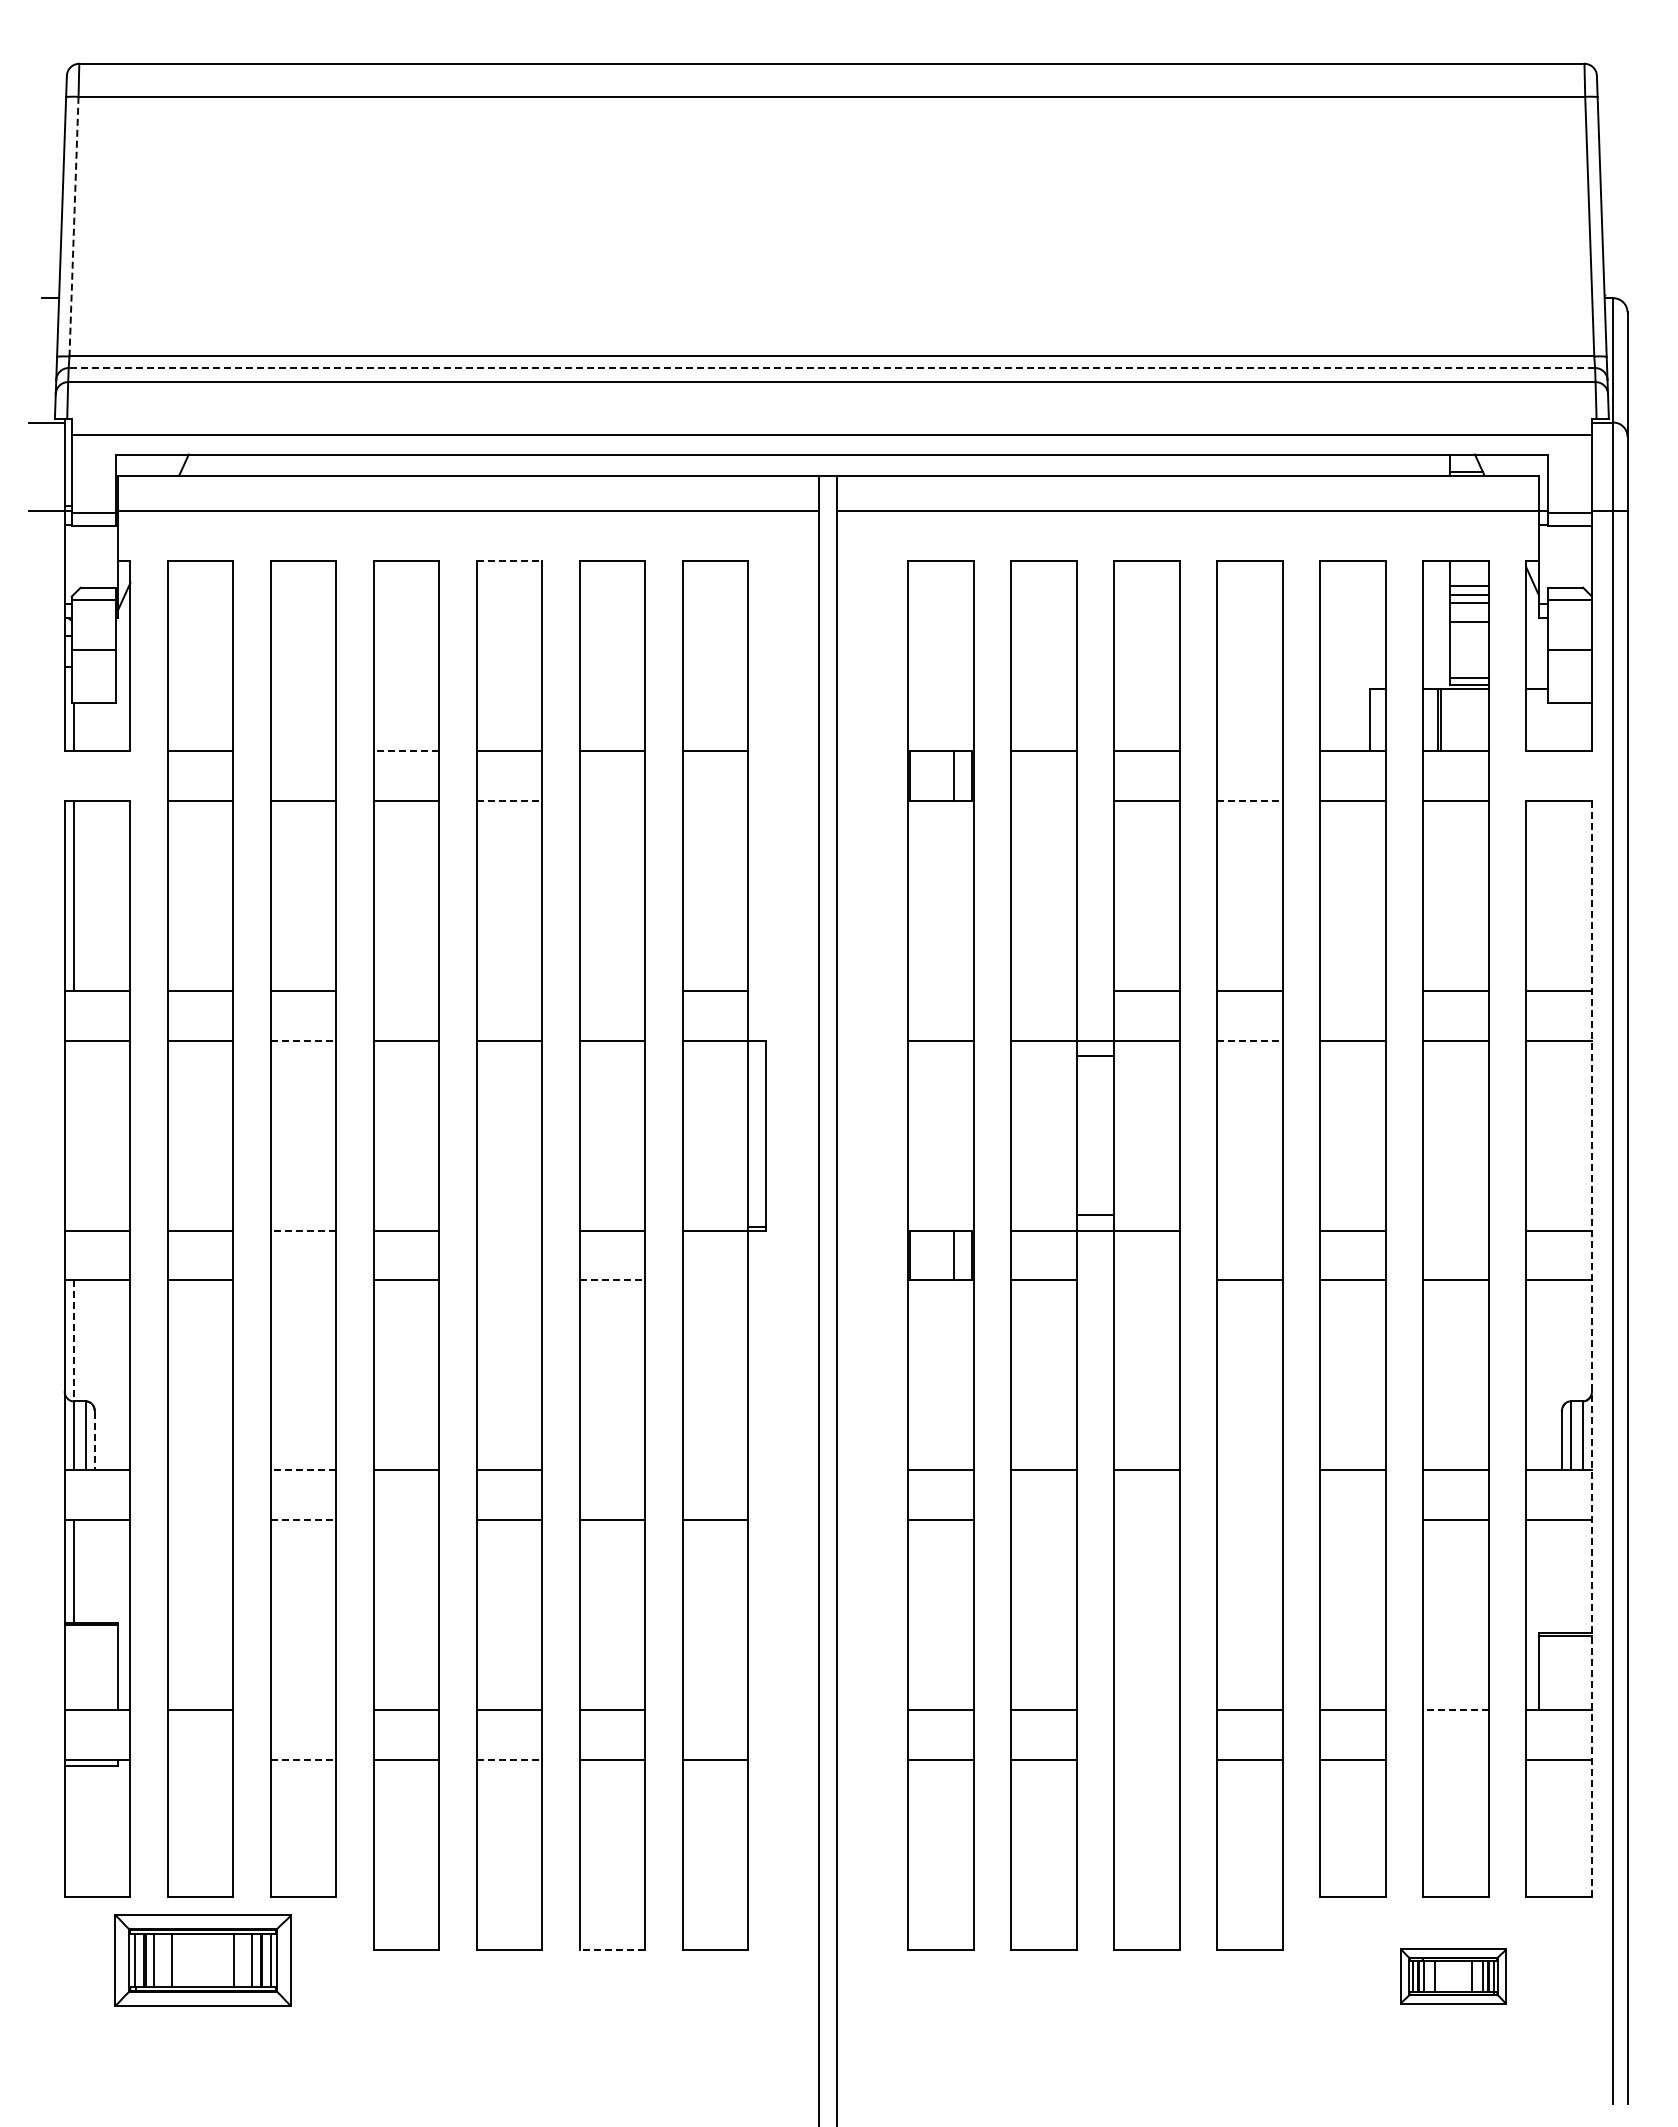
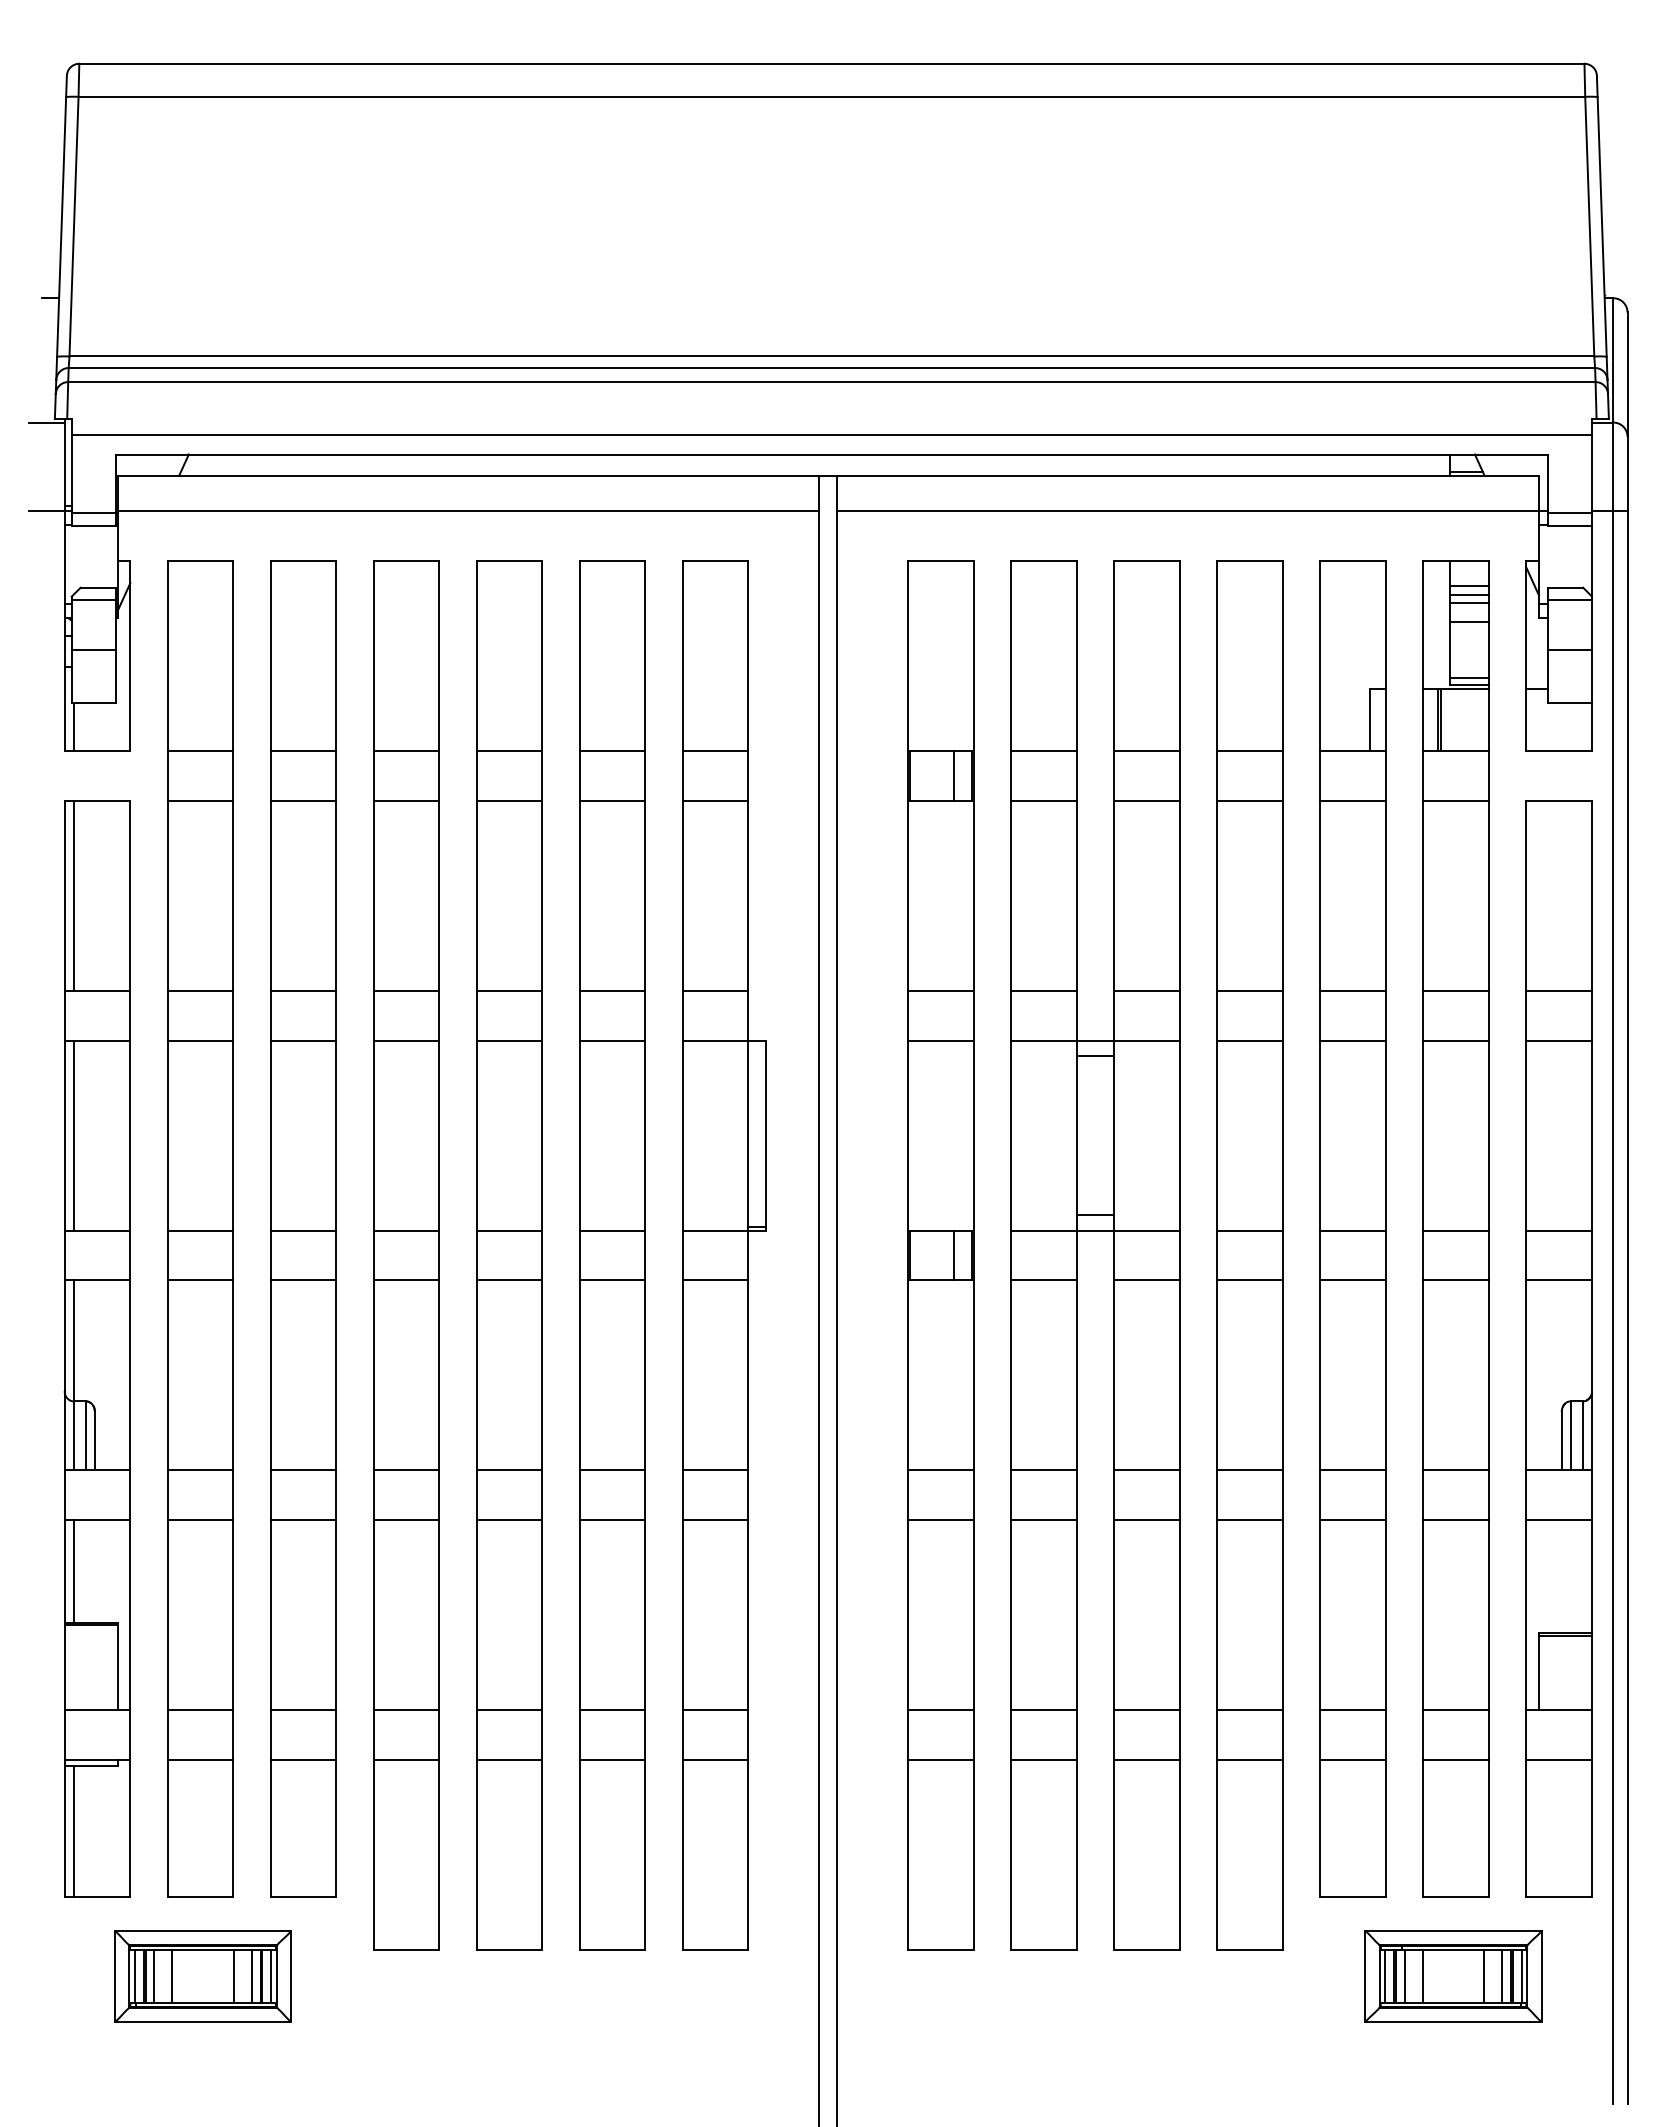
line at (74, 226): dashed -> solid
line at (831, 368): dashed -> solid
line at (509, 561): dashed -> solid
line at (303, 751): none -> present
line at (406, 751): dashed -> solid
line at (1249, 751): none -> present
line at (509, 800): dashed -> solid
line at (612, 800): none -> present
line at (715, 800): none -> present
line at (1043, 800): none -> present
line at (1250, 800): dashed -> solid
line at (406, 990): none -> present
line at (509, 990): none -> present
line at (612, 990): none -> present
line at (940, 990): none -> present
line at (1043, 990): none -> present
line at (1352, 990): none -> present
line at (303, 1040): dashed -> solid
line at (1250, 1040): dashed -> solid
line at (73, 1135): none -> present
line at (303, 1230): dashed -> solid
line at (509, 1230): none -> present
line at (1249, 1230): none -> present
line at (1456, 1230): none -> present
line at (303, 1280): none -> present
line at (509, 1280): none -> present
line at (612, 1280): dashed -> solid
line at (715, 1280): none -> present
line at (1146, 1280): none -> present
line at (73, 1340): dashed -> solid
line at (1592, 1348): dashed -> solid
line at (94, 1441): dashed -> solid
line at (200, 1470): none -> present
line at (303, 1470): dashed -> solid
line at (612, 1470): none -> present
line at (715, 1470): none -> present
line at (1249, 1470): none -> present
line at (200, 1520): none -> present
line at (303, 1520): dashed -> solid
line at (406, 1520): none -> present
line at (1043, 1520): none -> present
line at (1146, 1520): none -> present
line at (1249, 1520): none -> present
line at (1352, 1520): none -> present
line at (303, 1710): none -> present
line at (715, 1710): none -> present
line at (1146, 1710): none -> present
line at (1456, 1710): dashed -> solid
line at (200, 1759): none -> present
line at (303, 1759): dashed -> solid
line at (509, 1759): dashed -> solid
line at (1146, 1759): none -> present
line at (1456, 1759): none -> present
line at (73, 1831): none -> present
line at (612, 1949): dashed -> solid
part at (202, 1960) position: (202, 1960) -> (202, 1976)
part at (1453, 1976) size: 107x57 px -> 179x93 px
